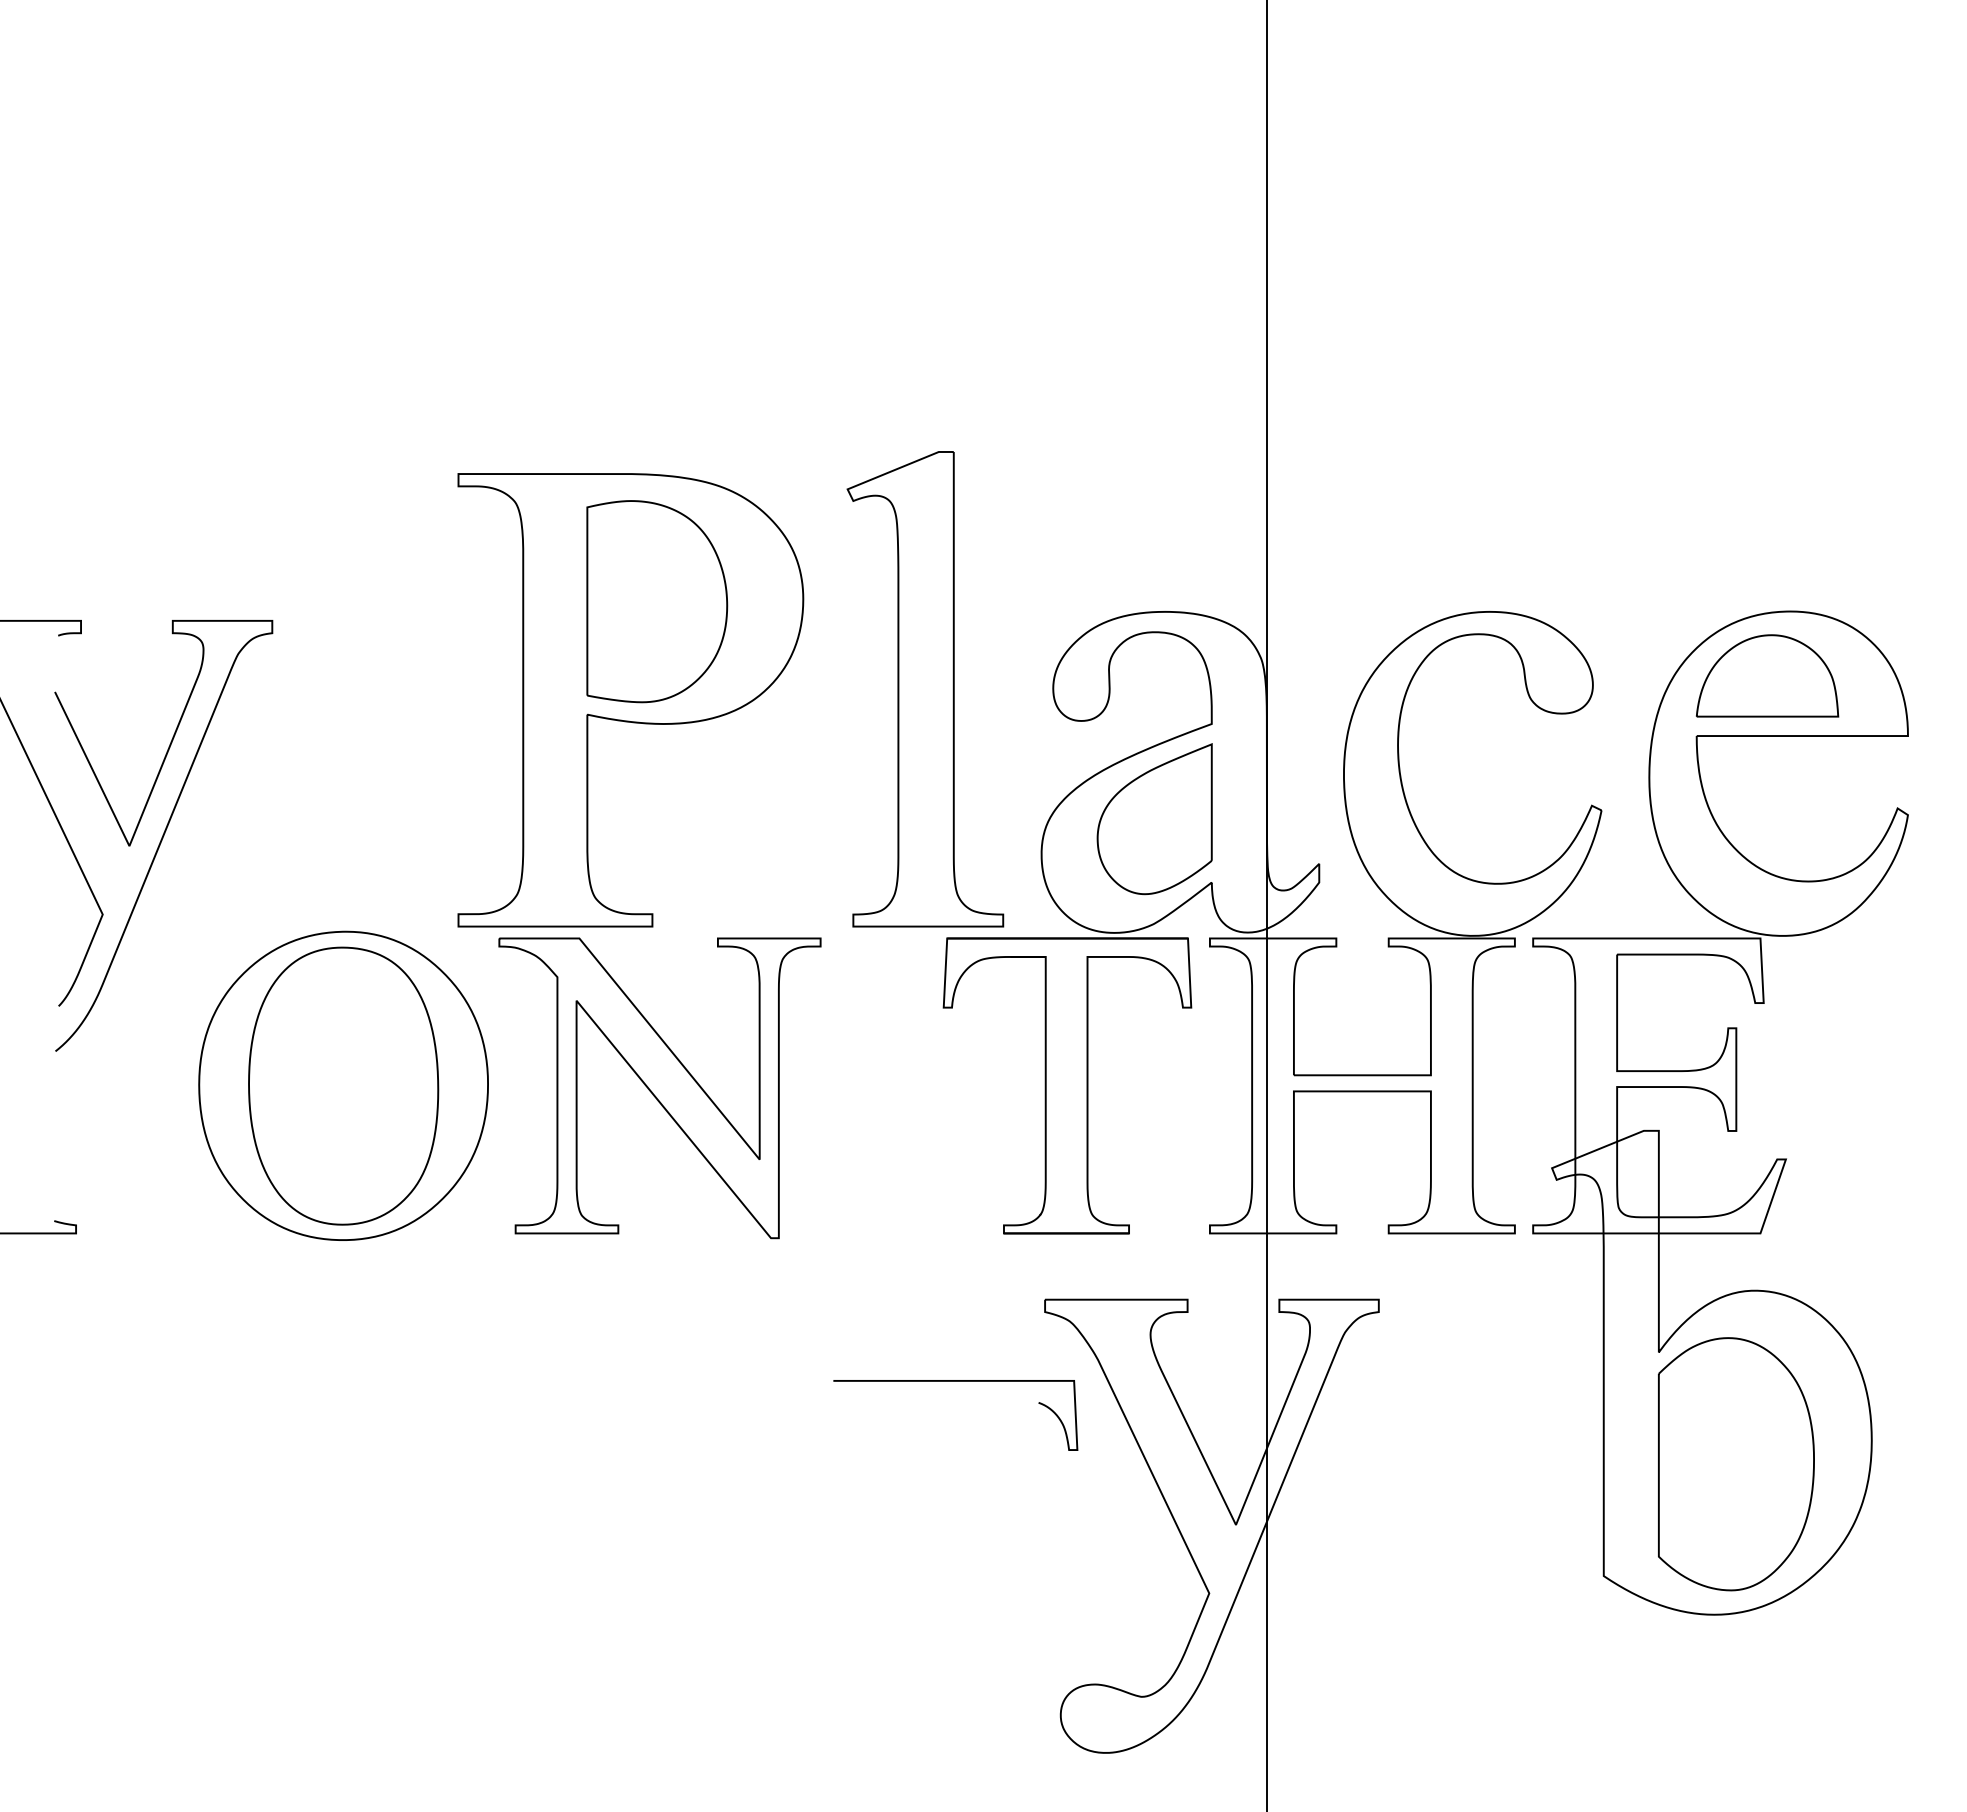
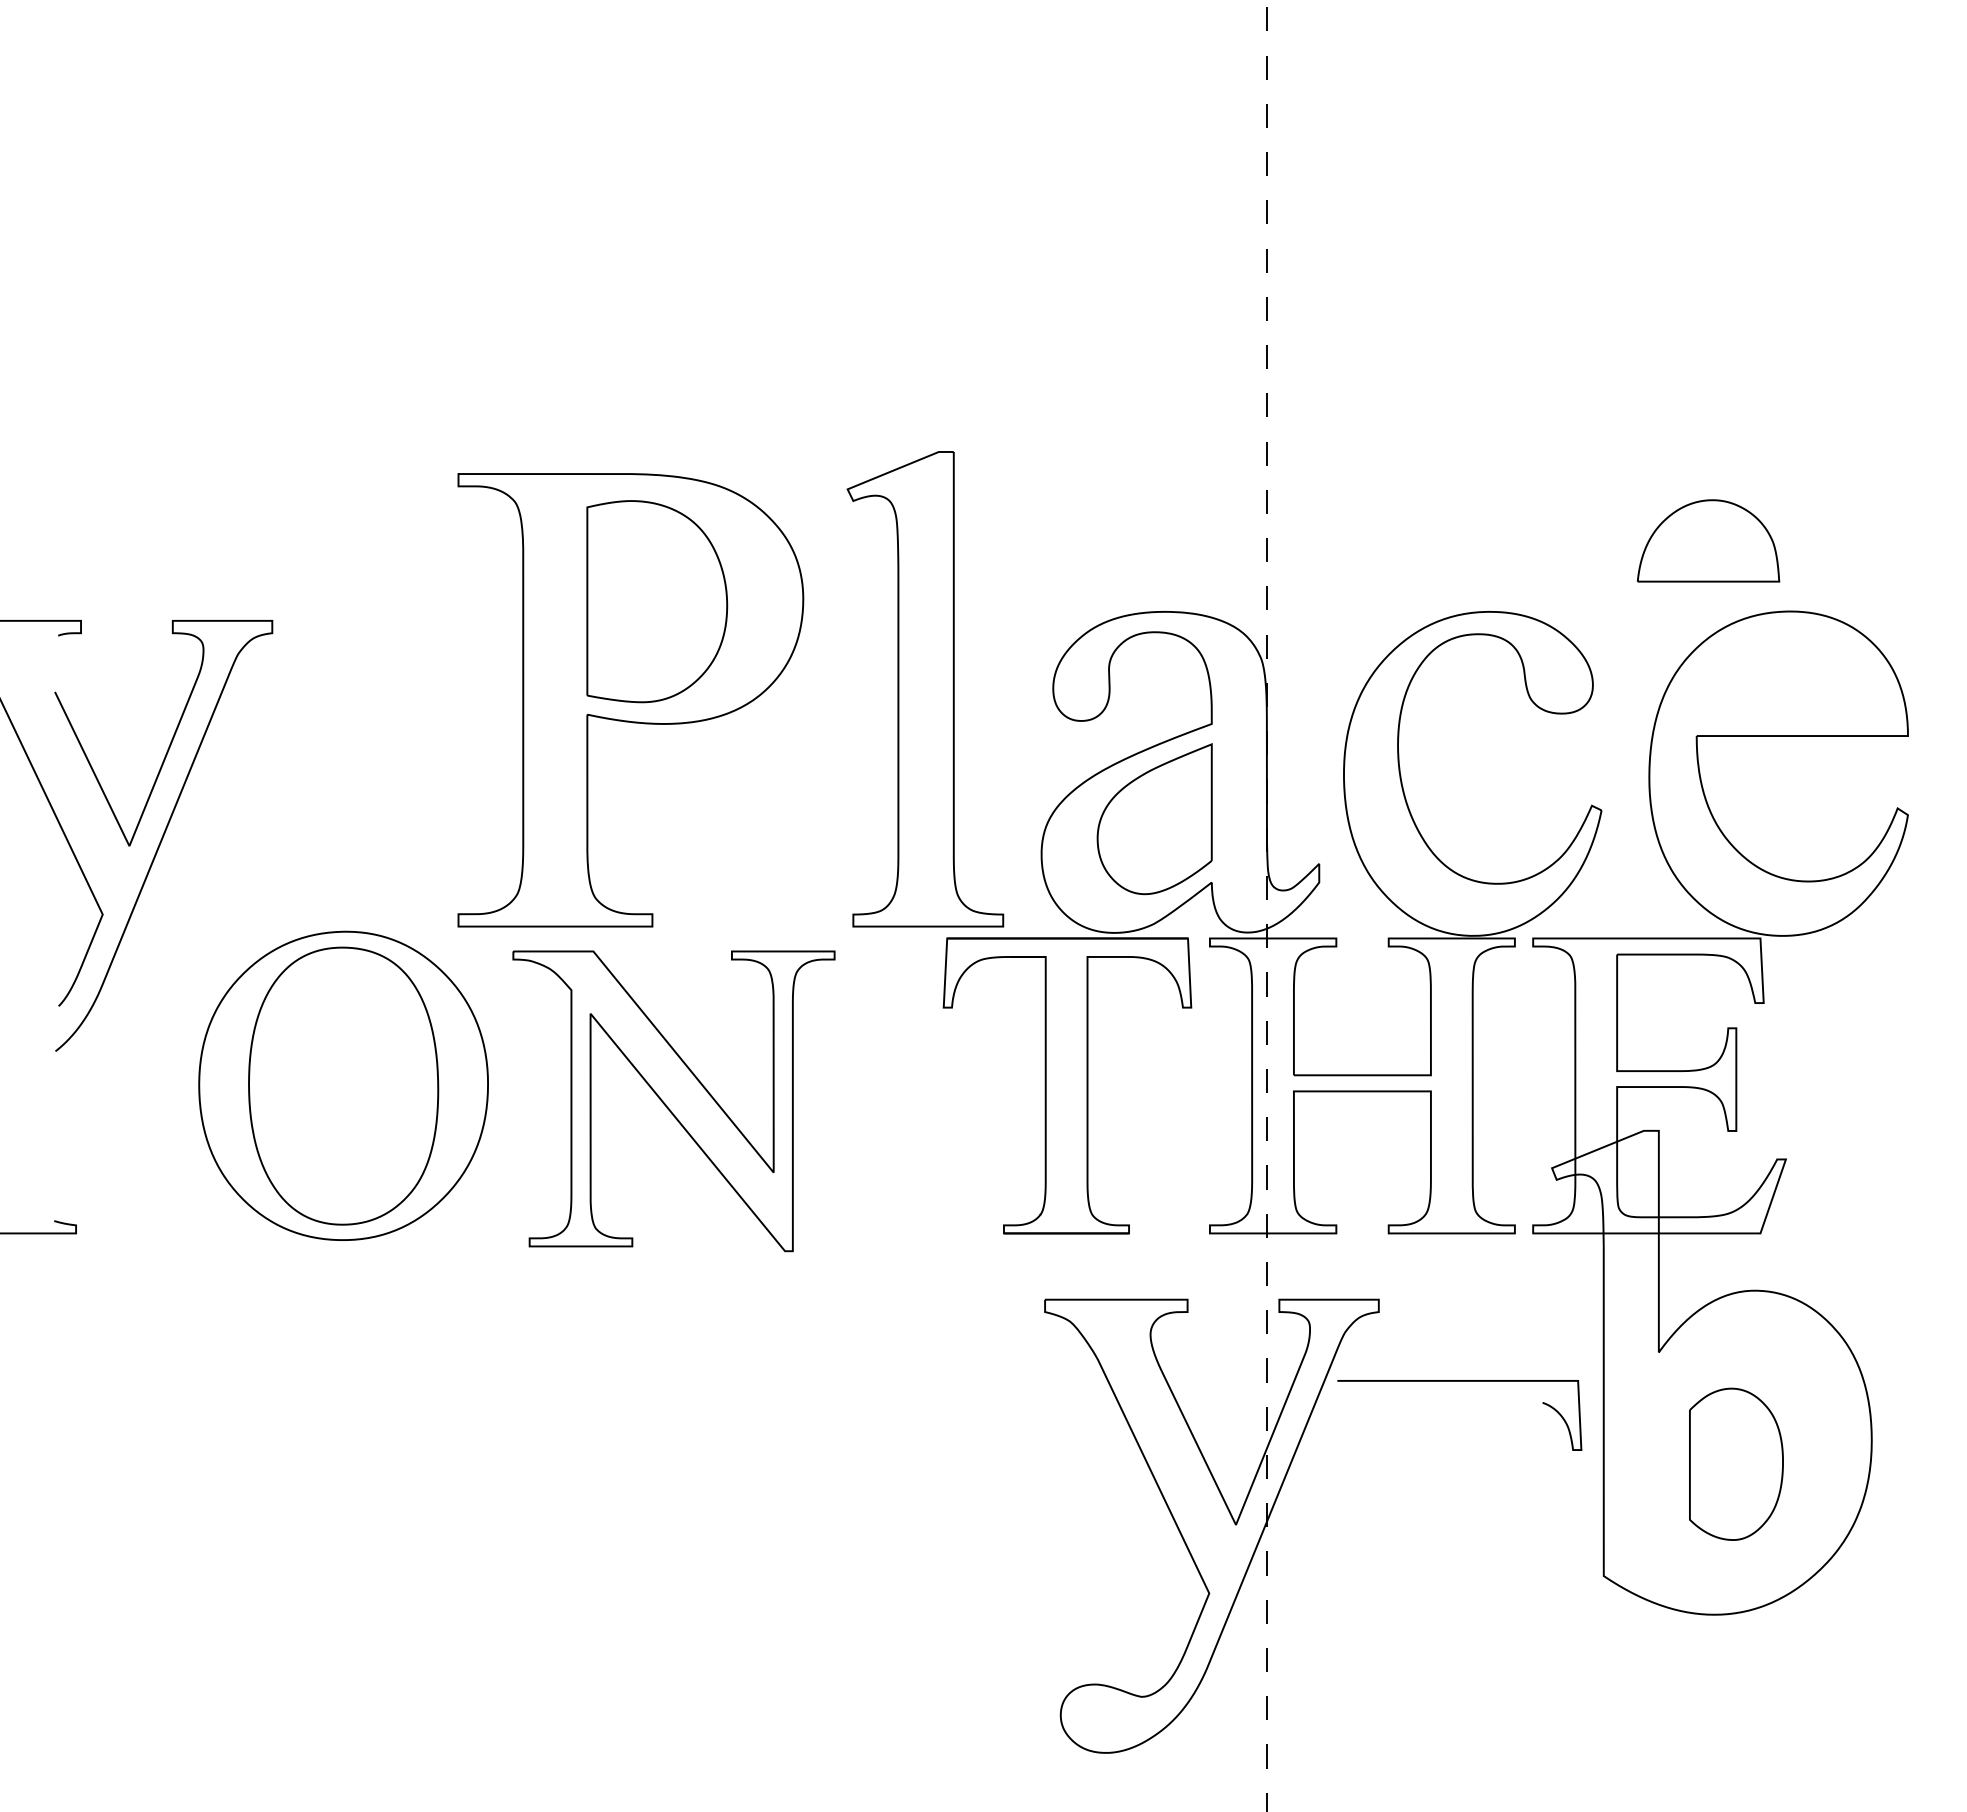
part at (1767, 675) position: (1767, 675) -> (1708, 540)
line at (1267, 905): solid -> dashed
part at (659, 1088) position: (659, 1088) -> (673, 1101)
curve at (955, 1381) position: (955, 1381) -> (1459, 1381)
part at (1736, 1464) size: 157x255 px -> 95x154 px
